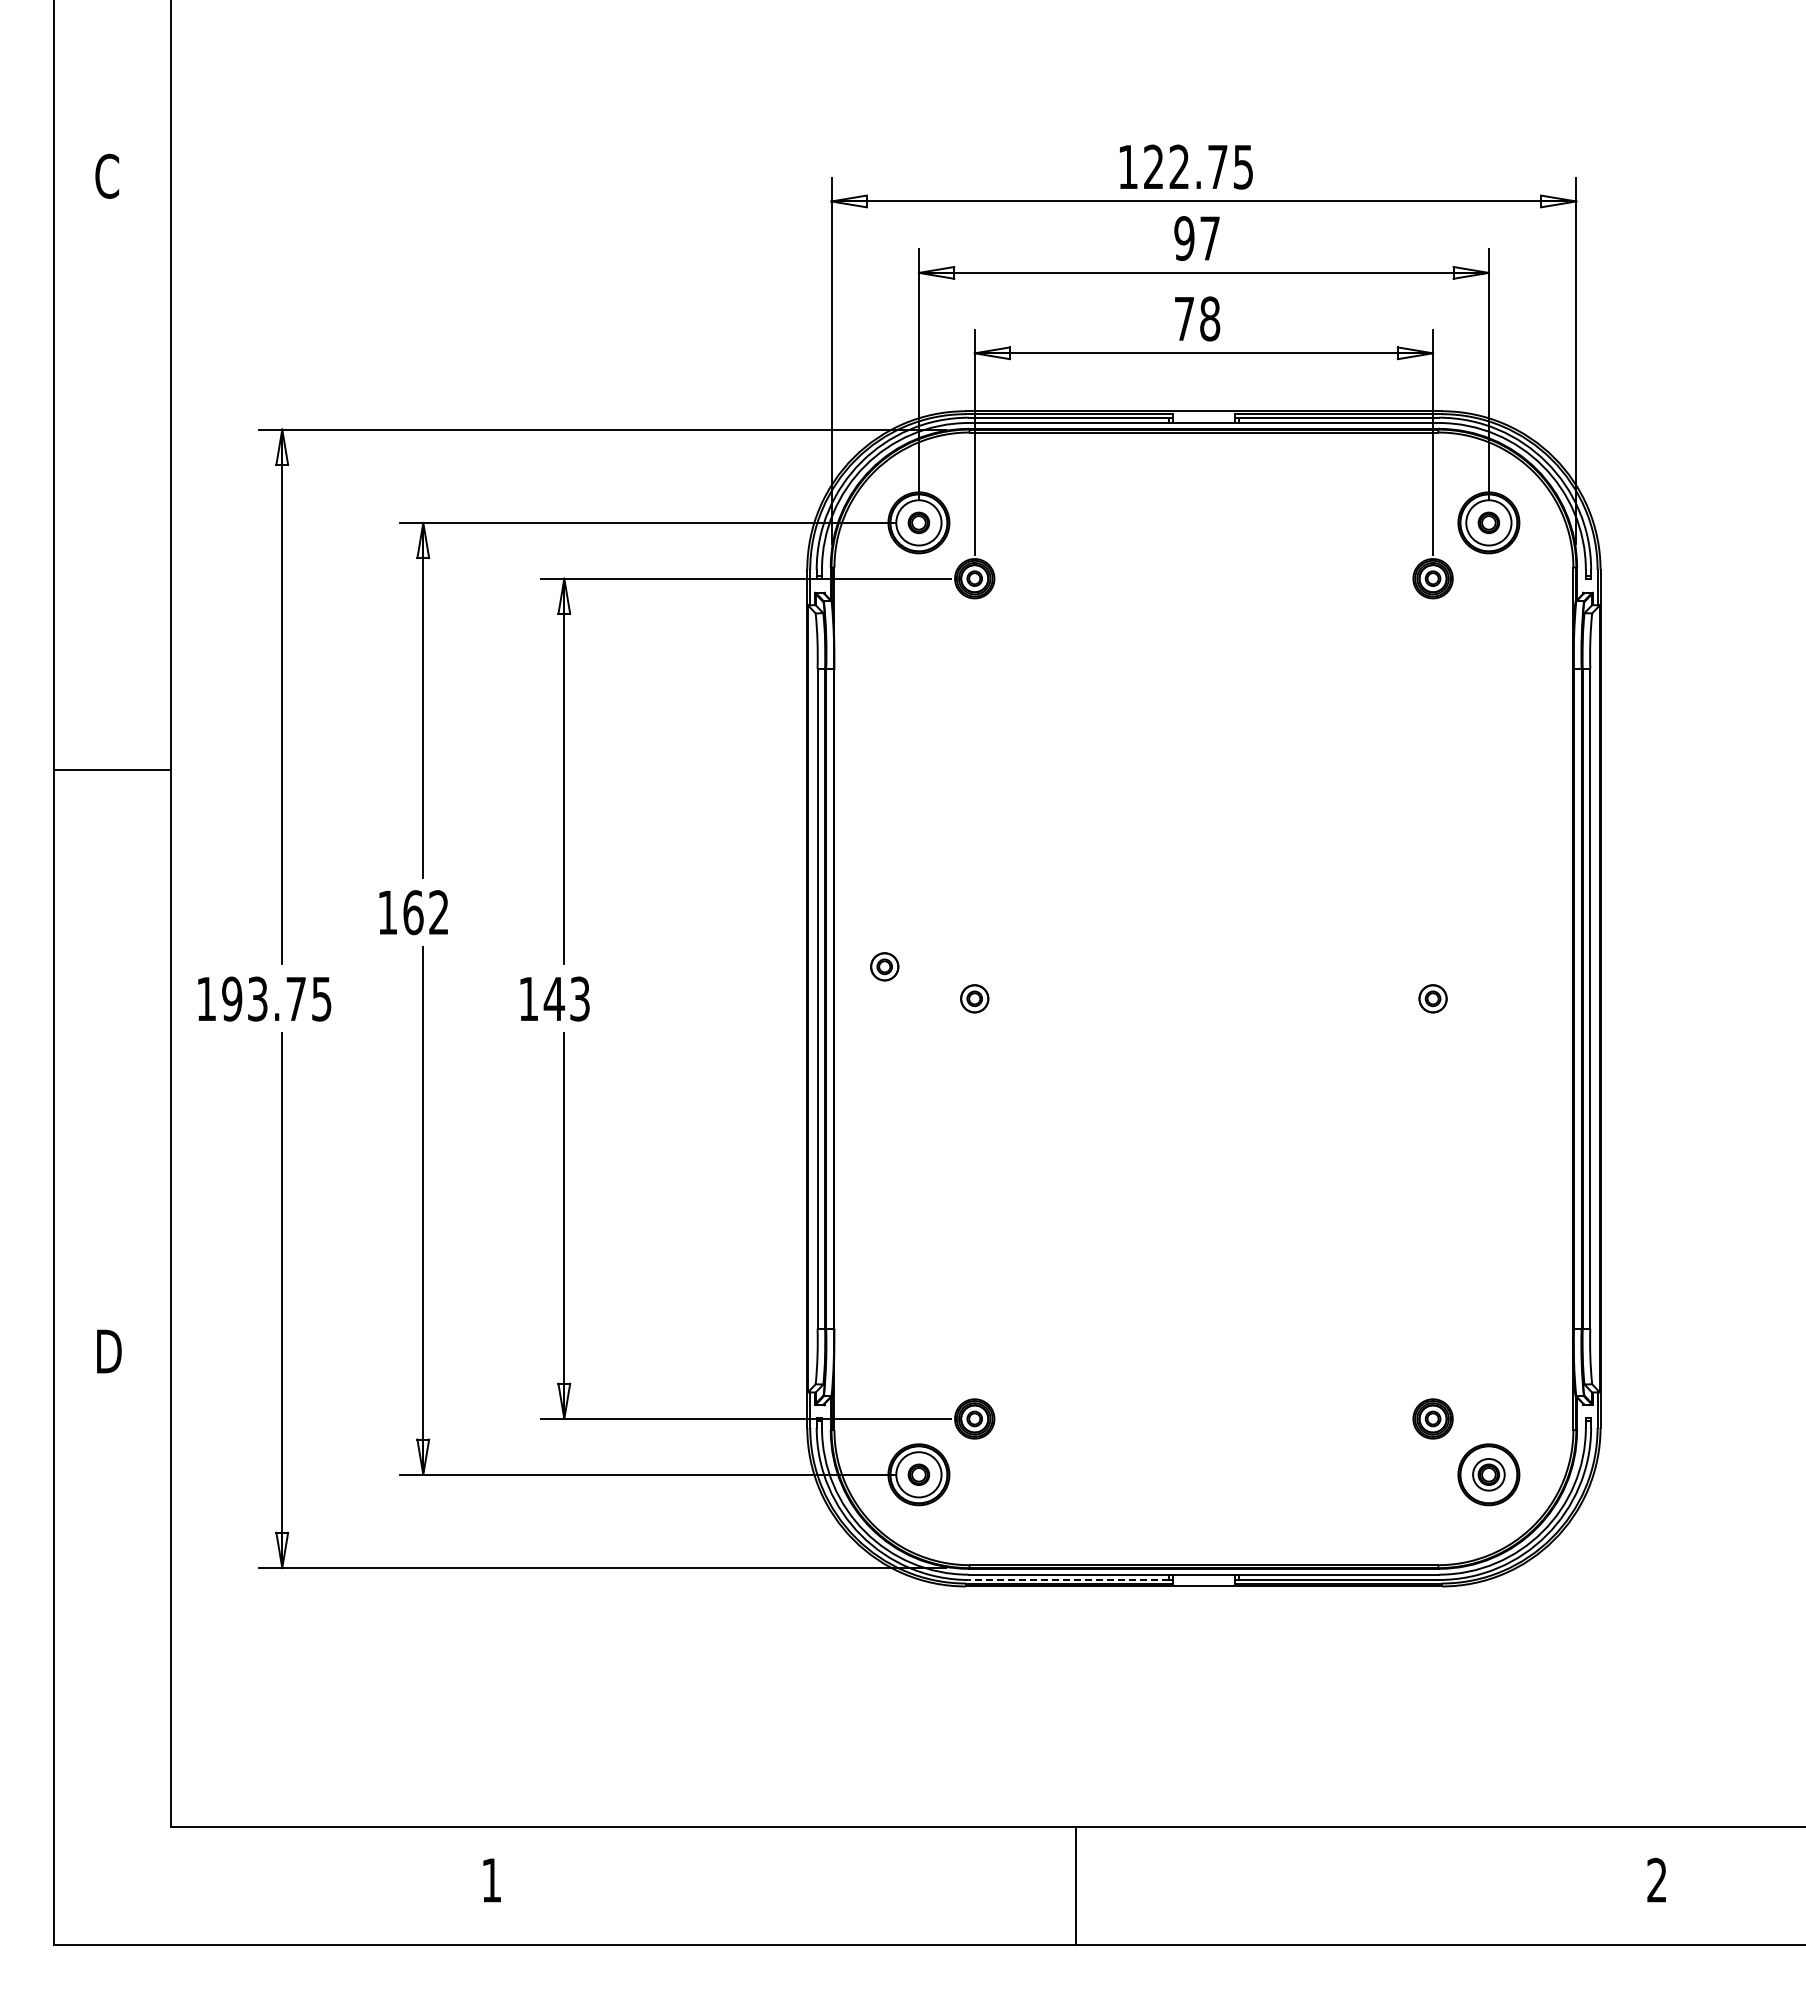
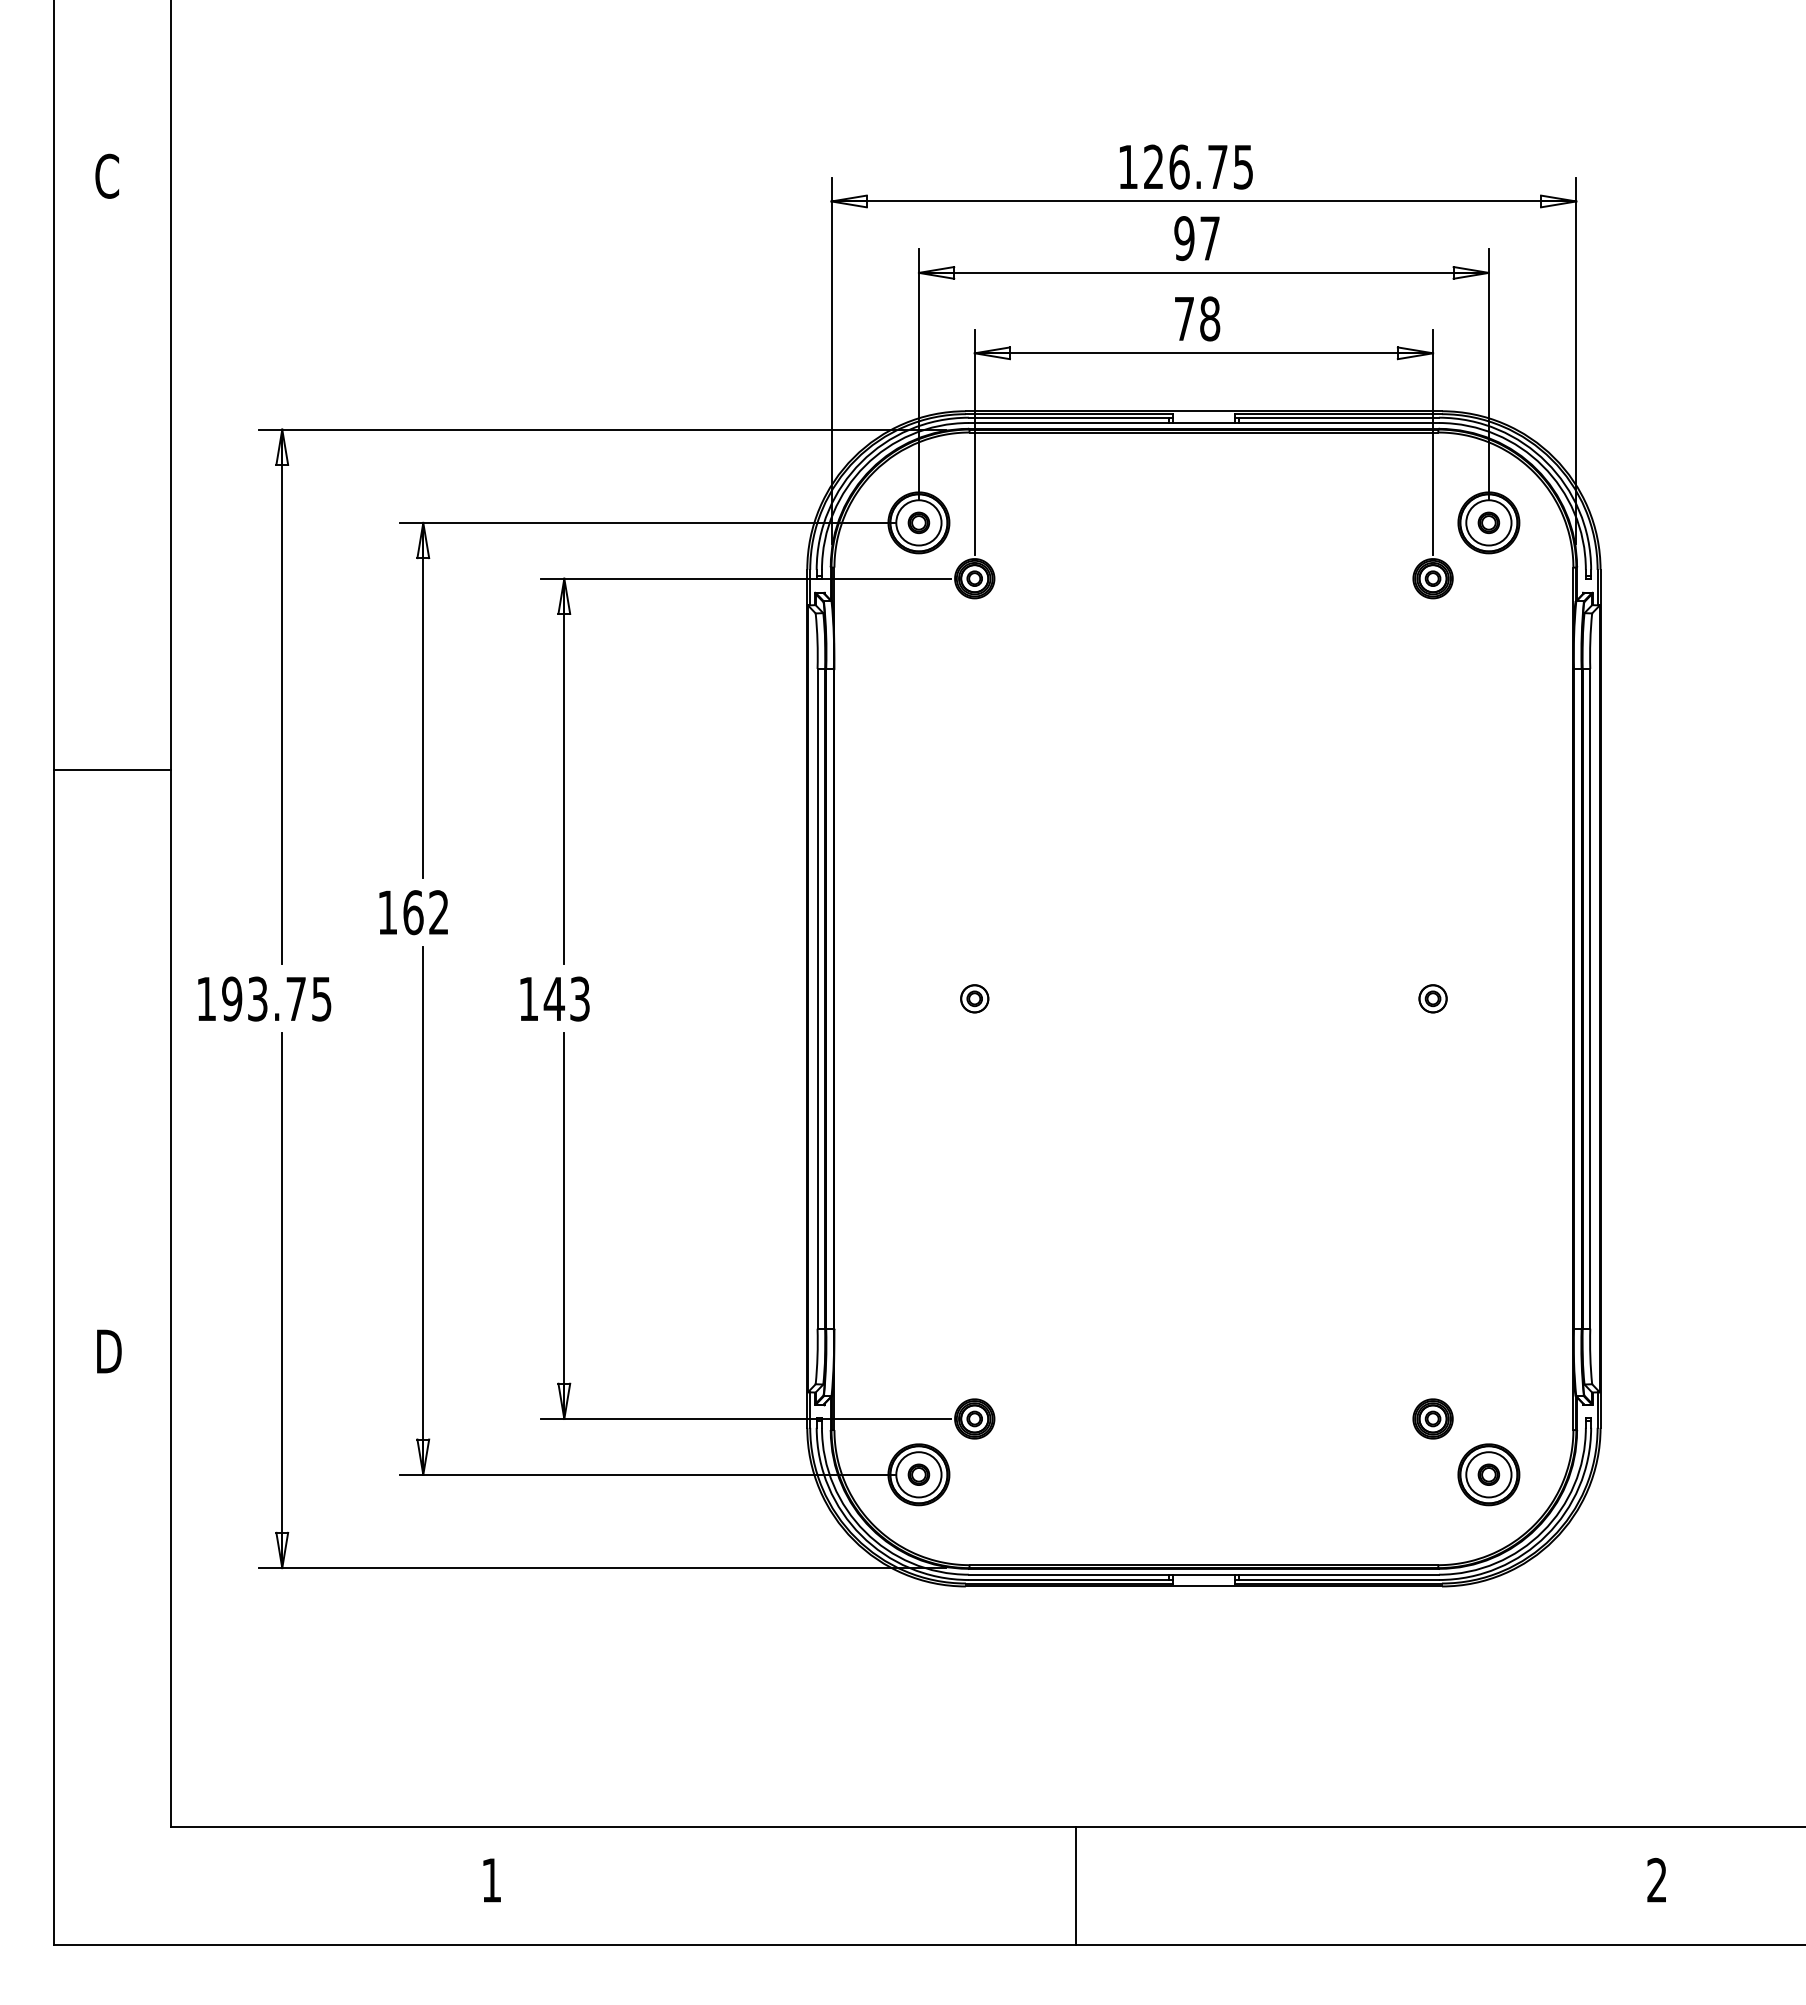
text at (1179, 166): 122.75 -> 126.75
part at (884, 966): present -> none
circle at (1488, 1474) diameter: 32 px -> 45 px
line at (1068, 1579): dashed -> solid
